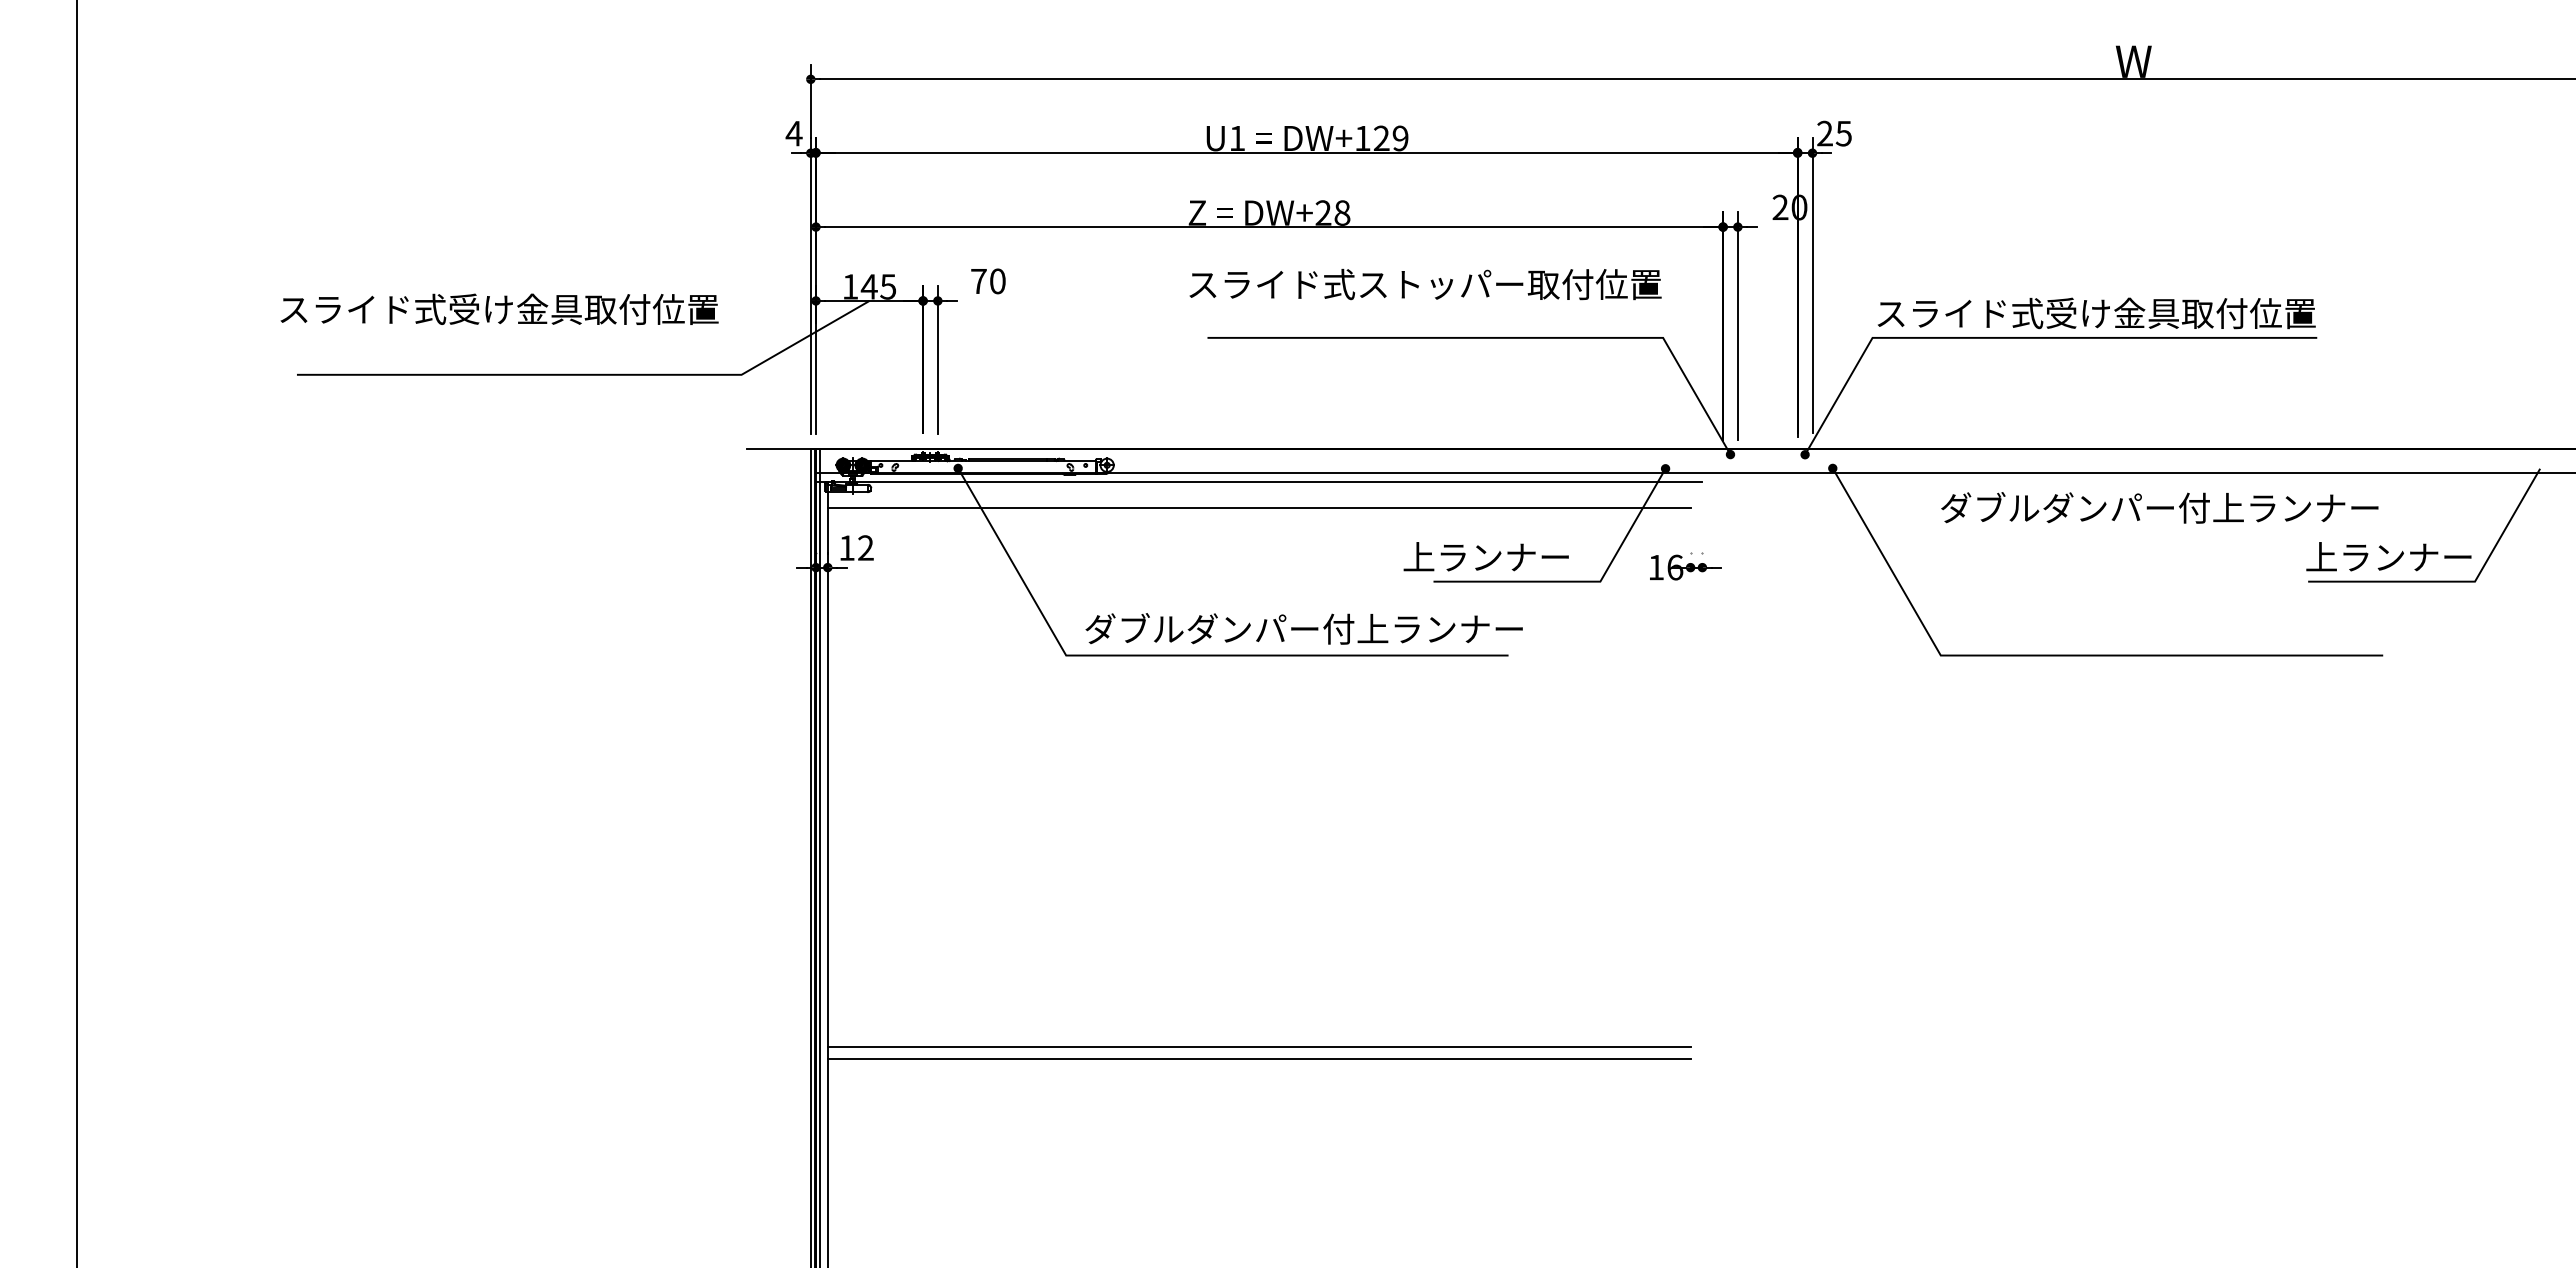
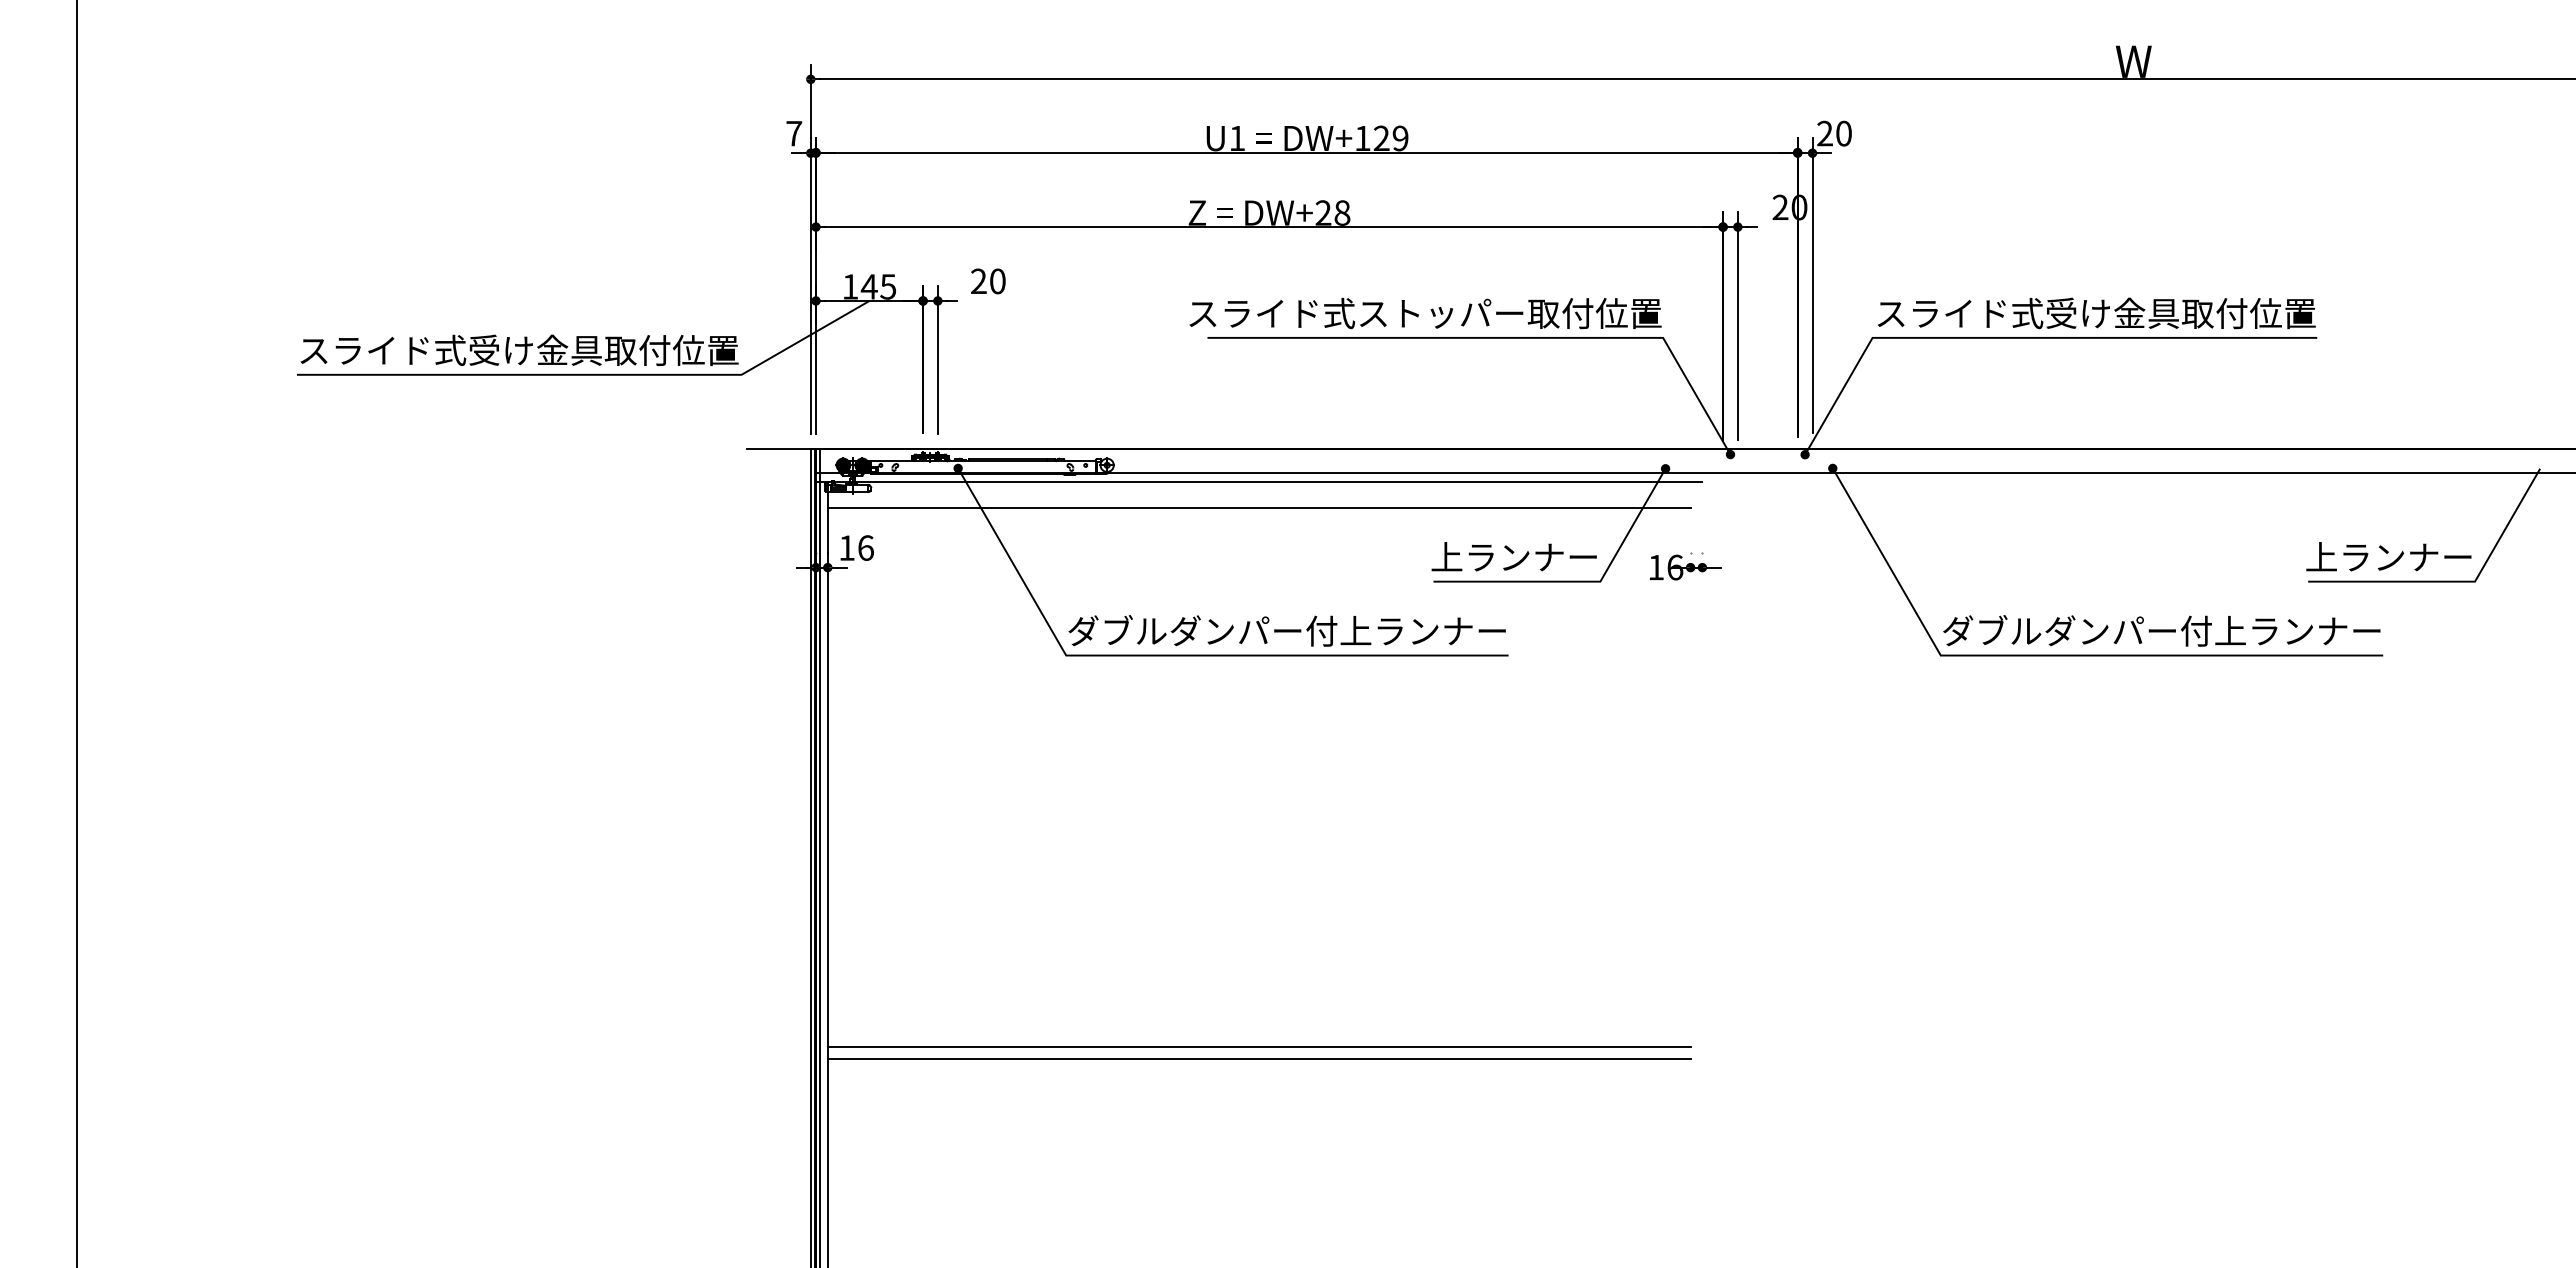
text at (793, 133): 4 -> 7
text at (1843, 133): 25 -> 20
text at (978, 280): 70 -> 20
text at (1425, 284) position: (1425, 284) -> (1425, 313)
text at (499, 308) position: (499, 308) -> (519, 349)
text at (2159, 507) position: (2159, 507) -> (2161, 630)
text at (865, 547): 12 -> 16
text at (1485, 556) position: (1485, 556) -> (1513, 556)
text at (1303, 628) position: (1303, 628) -> (1286, 630)
